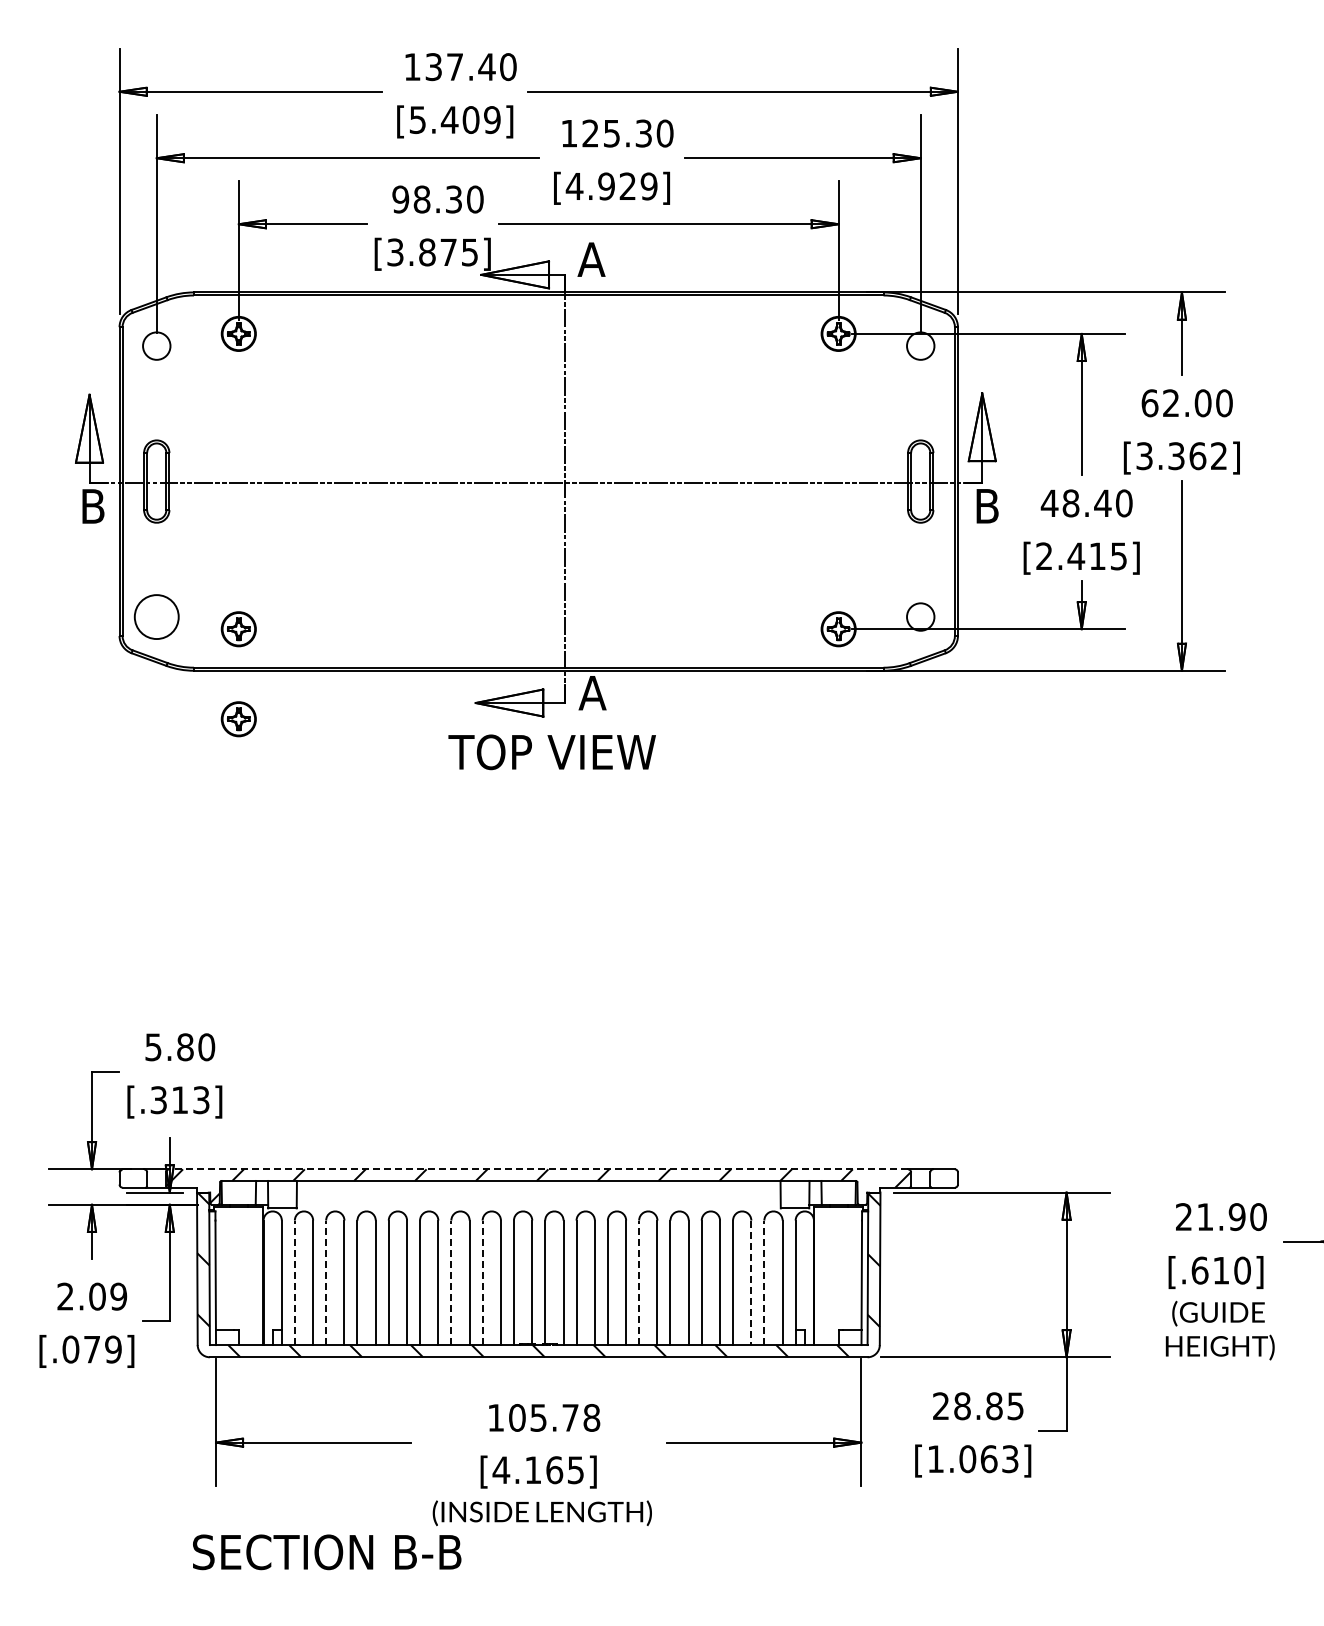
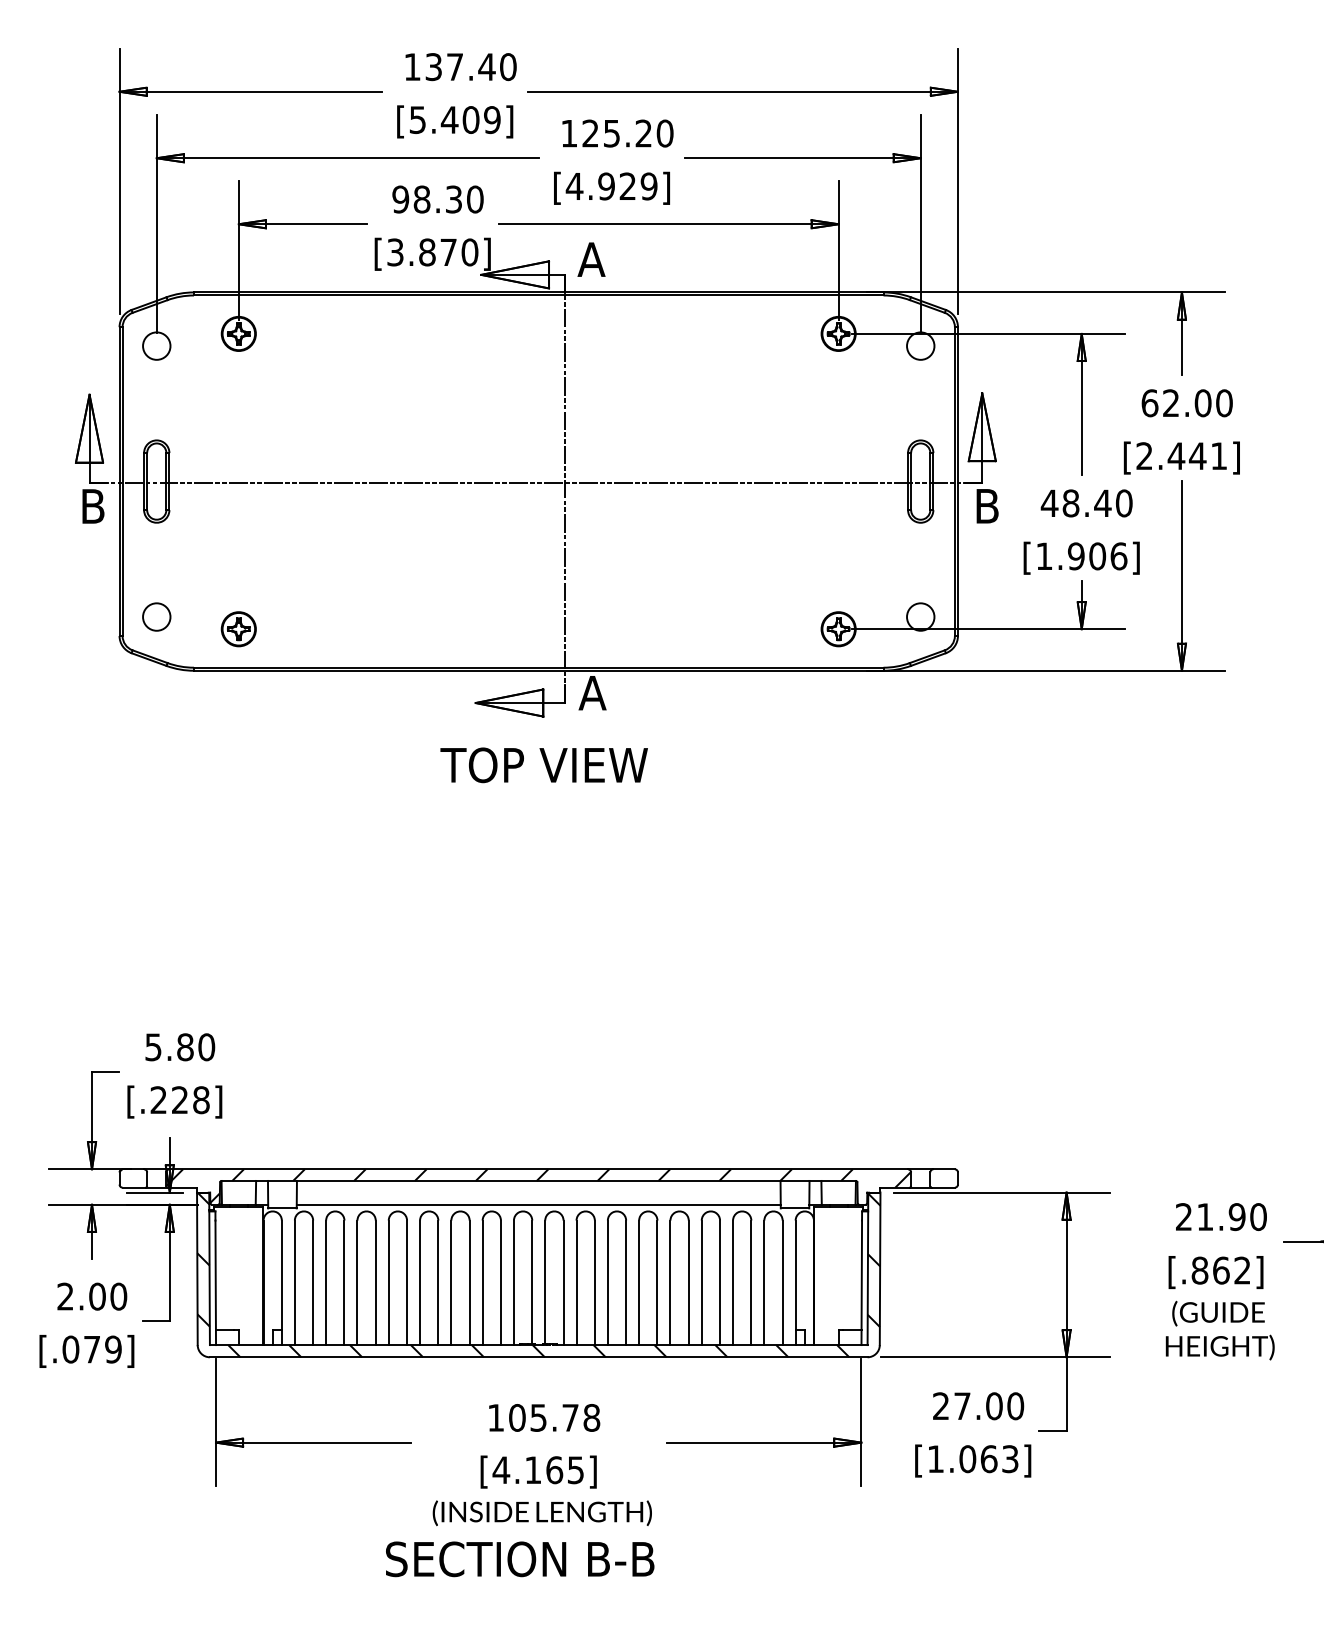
text at (643, 133): 125.30 -> 125.20
text at (469, 252): [3.875] -> [3.870]
text at (1181, 456): [3.362] -> [2.441]
text at (1081, 556): [2.415] -> [1.906]
circle at (156, 617) diameter: 44 px -> 27 px
part at (238, 719): present -> none
text at (551, 752) position: (551, 752) -> (543, 765)
text at (179, 1100): [.313] -> [.228]
line at (538, 1169): dashed -> solid
line at (538, 1204): none -> present
text at (1220, 1270): [.610] -> [.862]
line at (294, 1282): dashed -> solid
line at (326, 1282): dashed -> solid
line at (451, 1282): dashed -> solid
line at (482, 1282): dashed -> solid
line at (639, 1282): dashed -> solid
line at (764, 1282): dashed -> solid
line at (751, 1283): dashed -> solid
text at (118, 1296): 2.09 -> 2.00
text at (989, 1406): 28.85 -> 27.00
text at (327, 1552) position: (327, 1552) -> (520, 1559)
